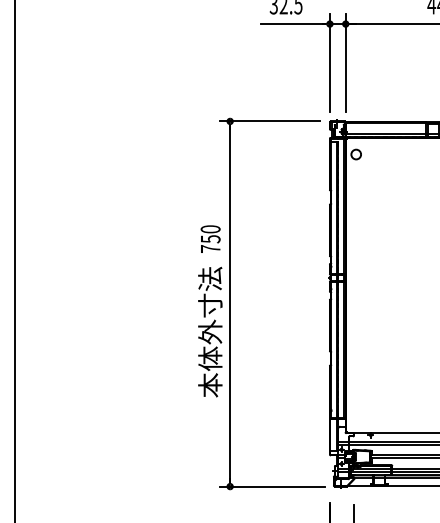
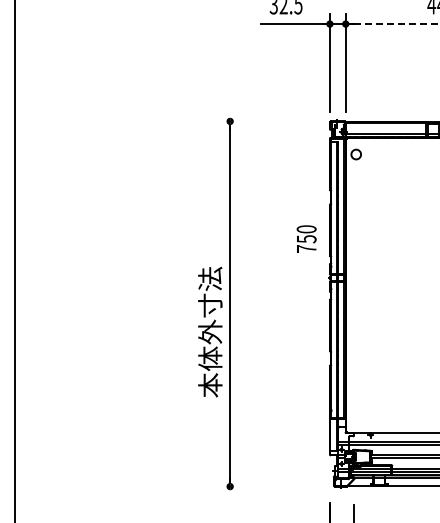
line at (394, 24): solid -> dashed
line at (270, 121): present -> none
text at (210, 238) position: (210, 238) -> (306, 238)
line at (272, 486): present -> none
